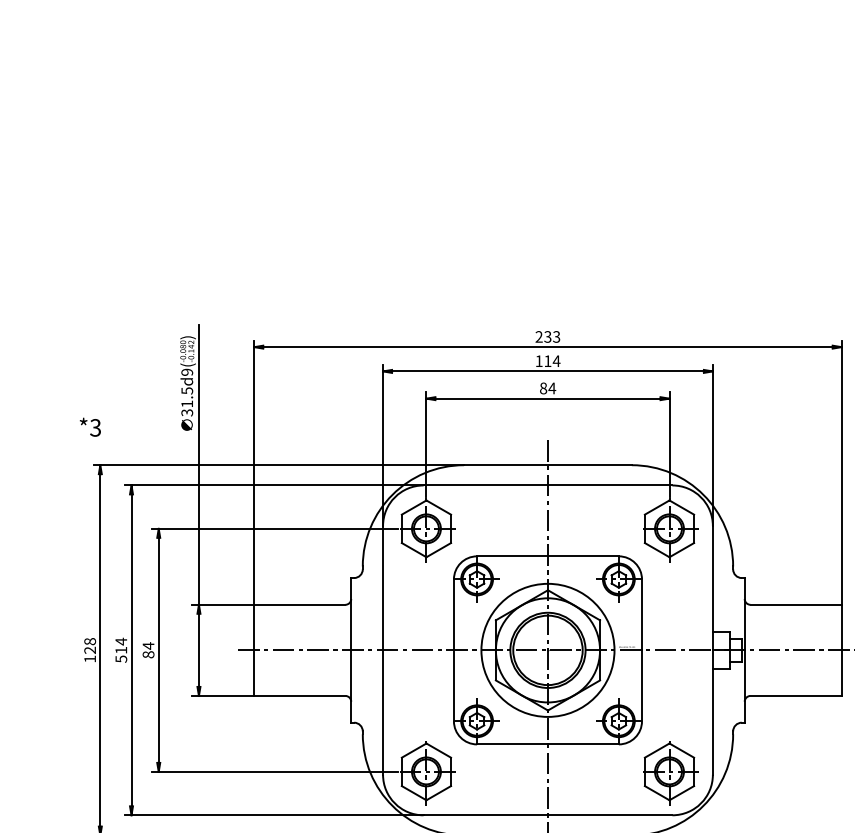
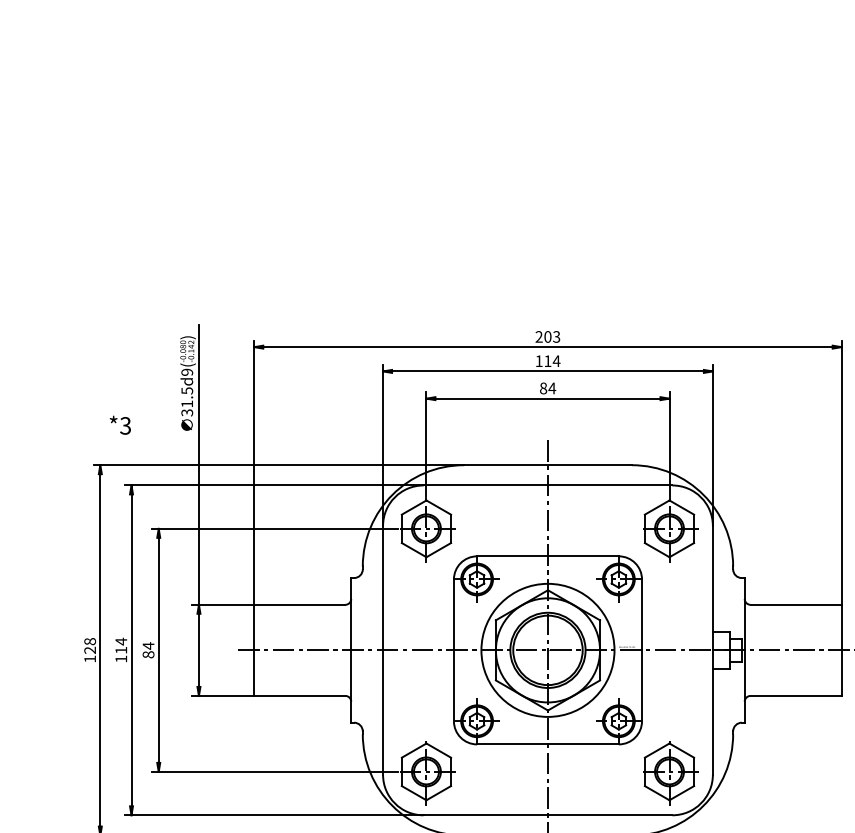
text at (547, 336): 233 -> 203
text at (89, 426) position: (89, 426) -> (119, 424)
text at (121, 658): 514 -> 114
